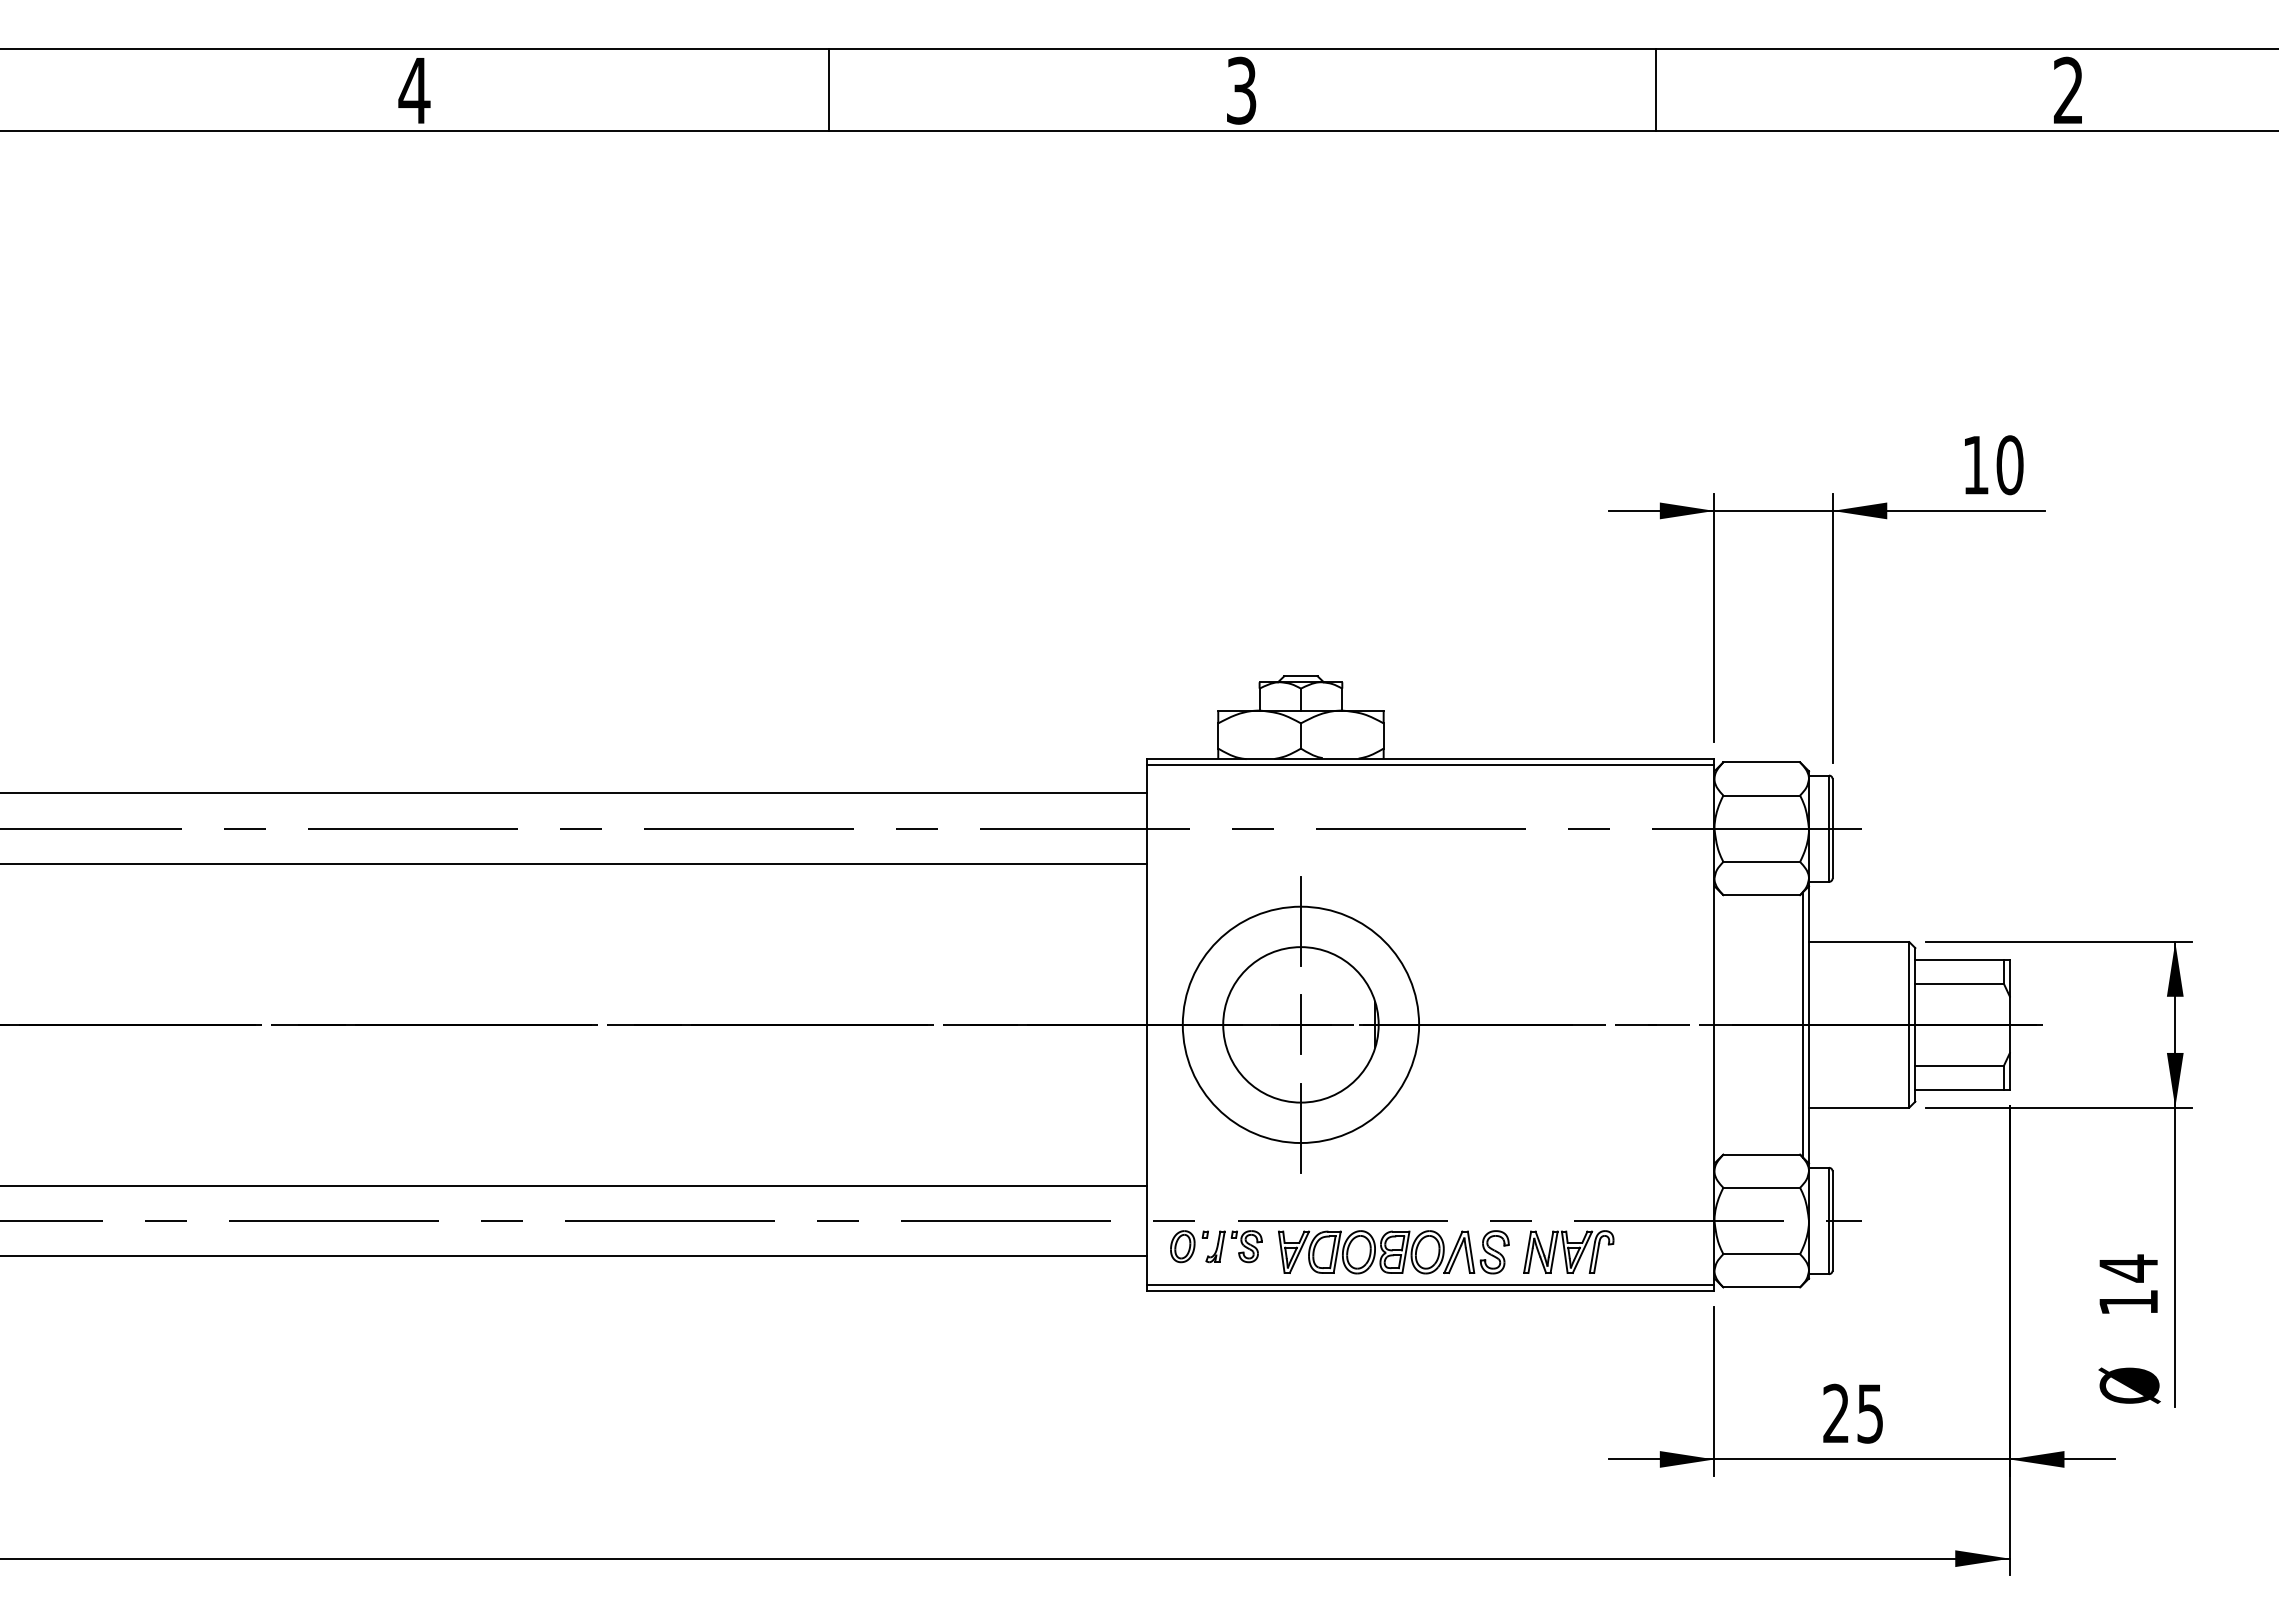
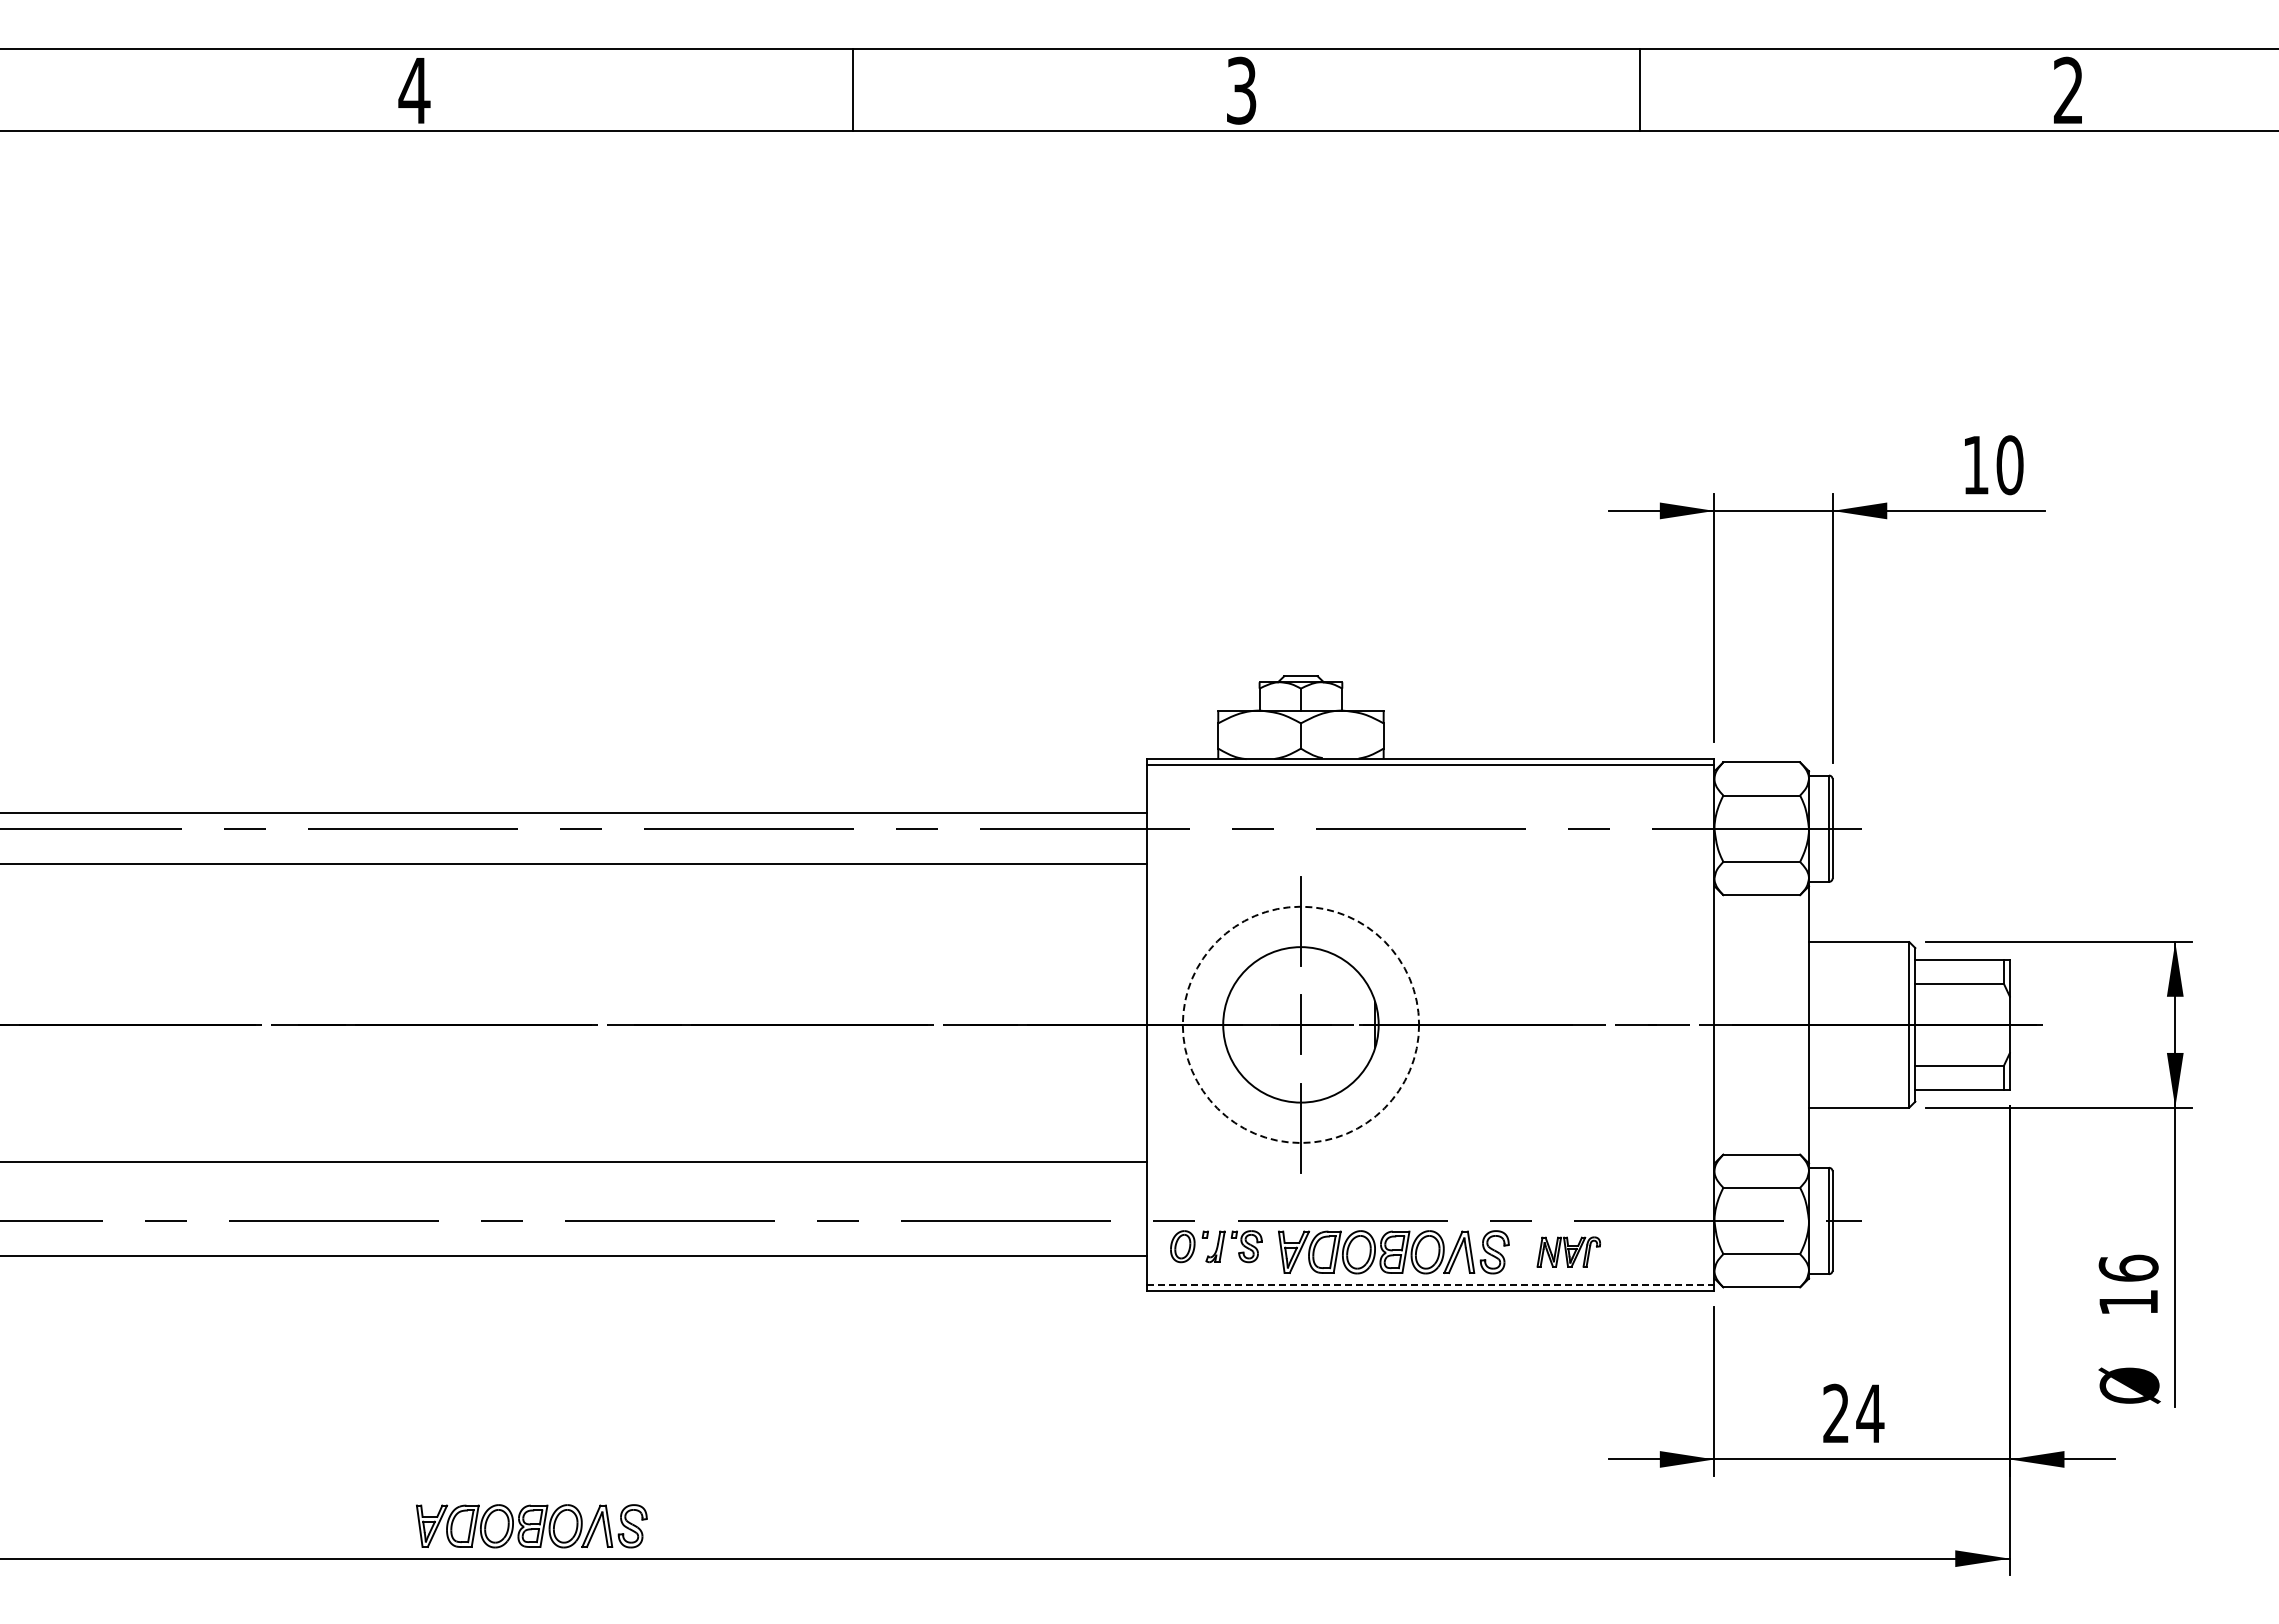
line at (828, 89) position: (828, 89) -> (852, 89)
line at (1655, 89) position: (1655, 89) -> (1639, 89)
line at (574, 793) position: (574, 793) -> (574, 813)
circle at (1300, 1024): solid -> dashed
line at (1803, 1024): present -> none
line at (574, 1185) position: (574, 1185) -> (574, 1161)
part at (1568, 1251) size: 92x44 px -> 66x32 px
text at (2128, 1268): 14 -> 16
line at (1430, 1284): solid -> dashed
text at (1870, 1413): 25 -> 24
part at (531, 1526): none -> present
